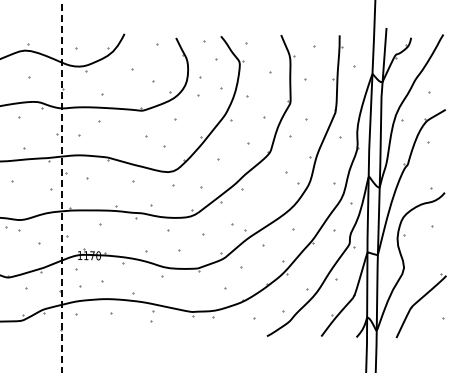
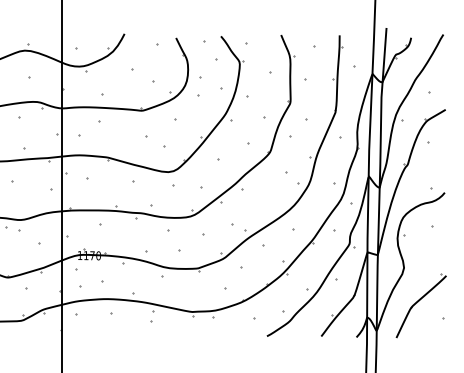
line at (62, 186): dashed -> solid
